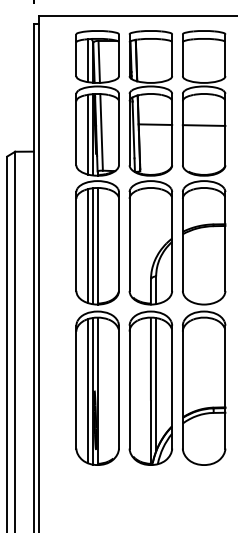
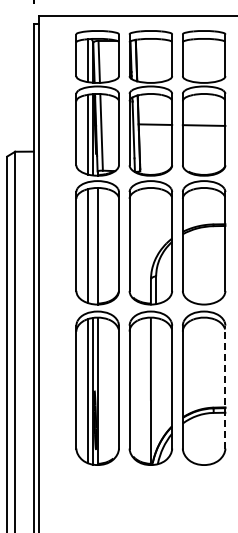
line at (93, 246): present -> none
line at (156, 384): present -> none
line at (225, 386): solid -> dashed
